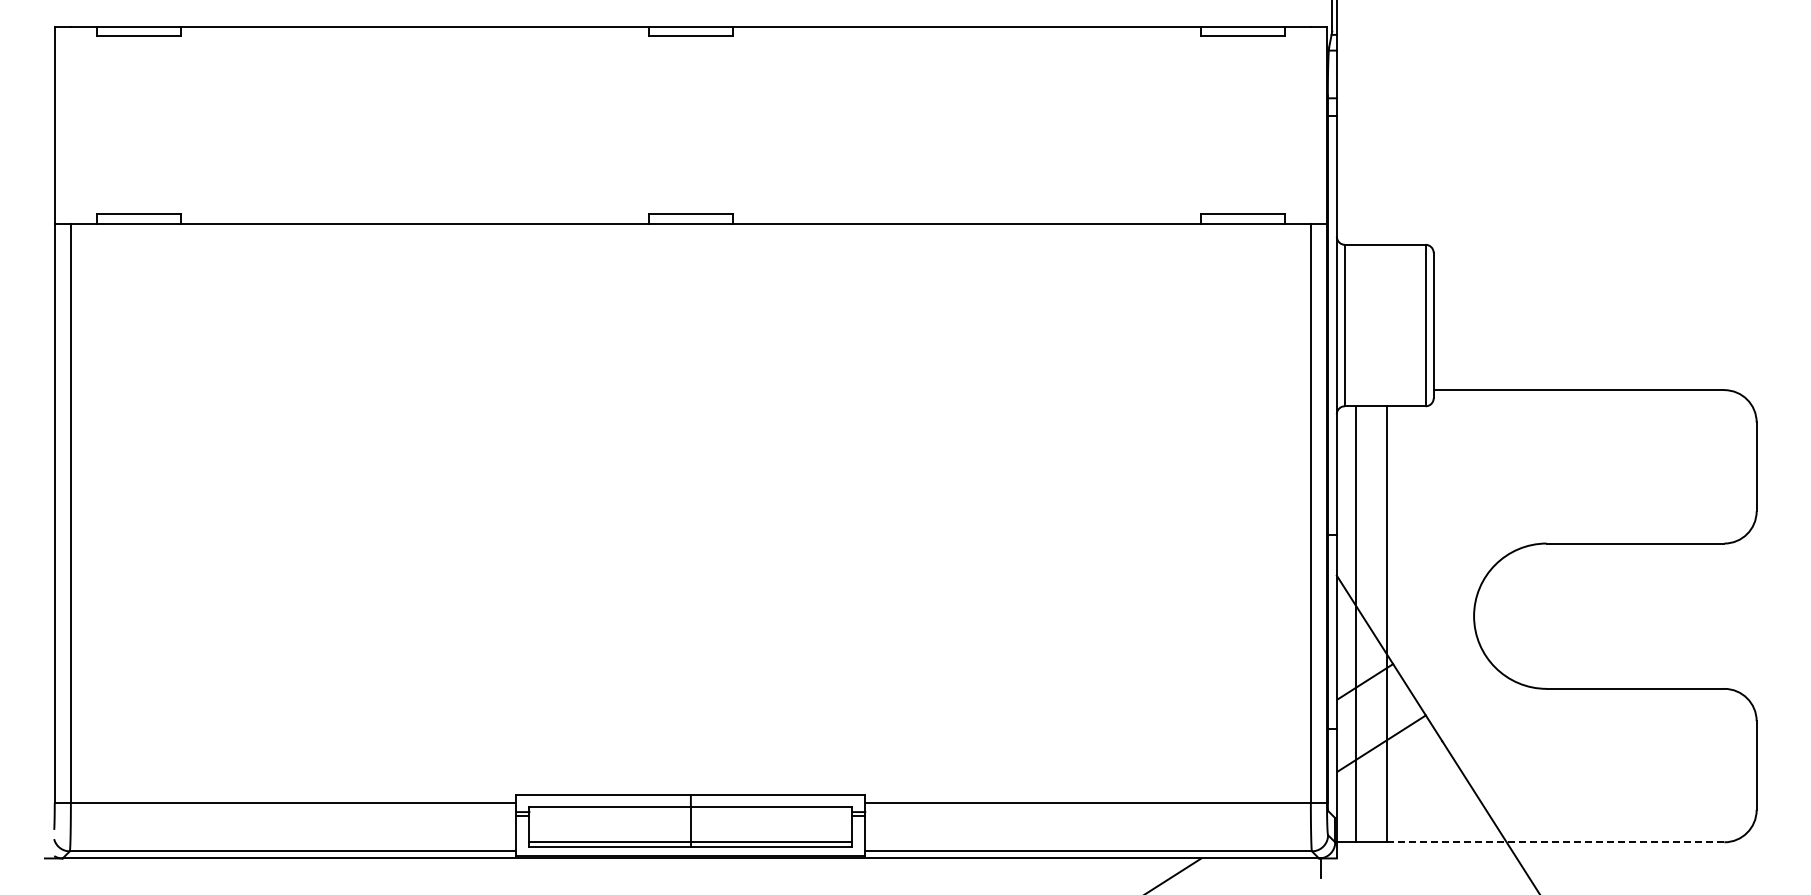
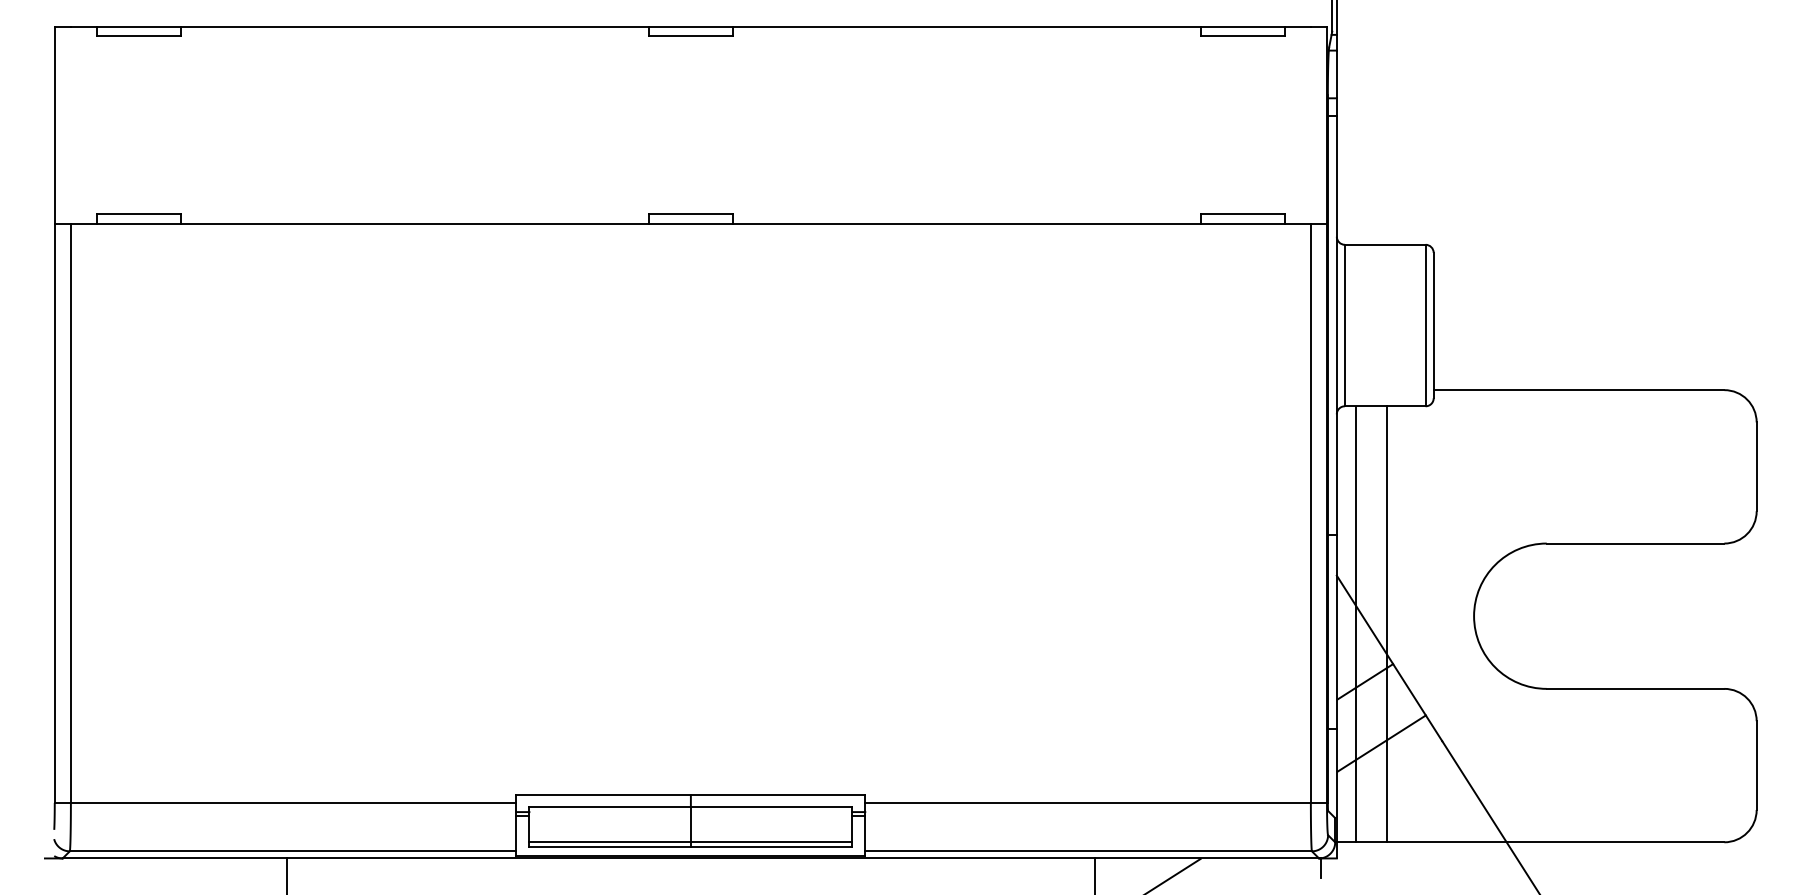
line at (1555, 842): dashed -> solid
line at (287, 874): none -> present
line at (1094, 874): none -> present
